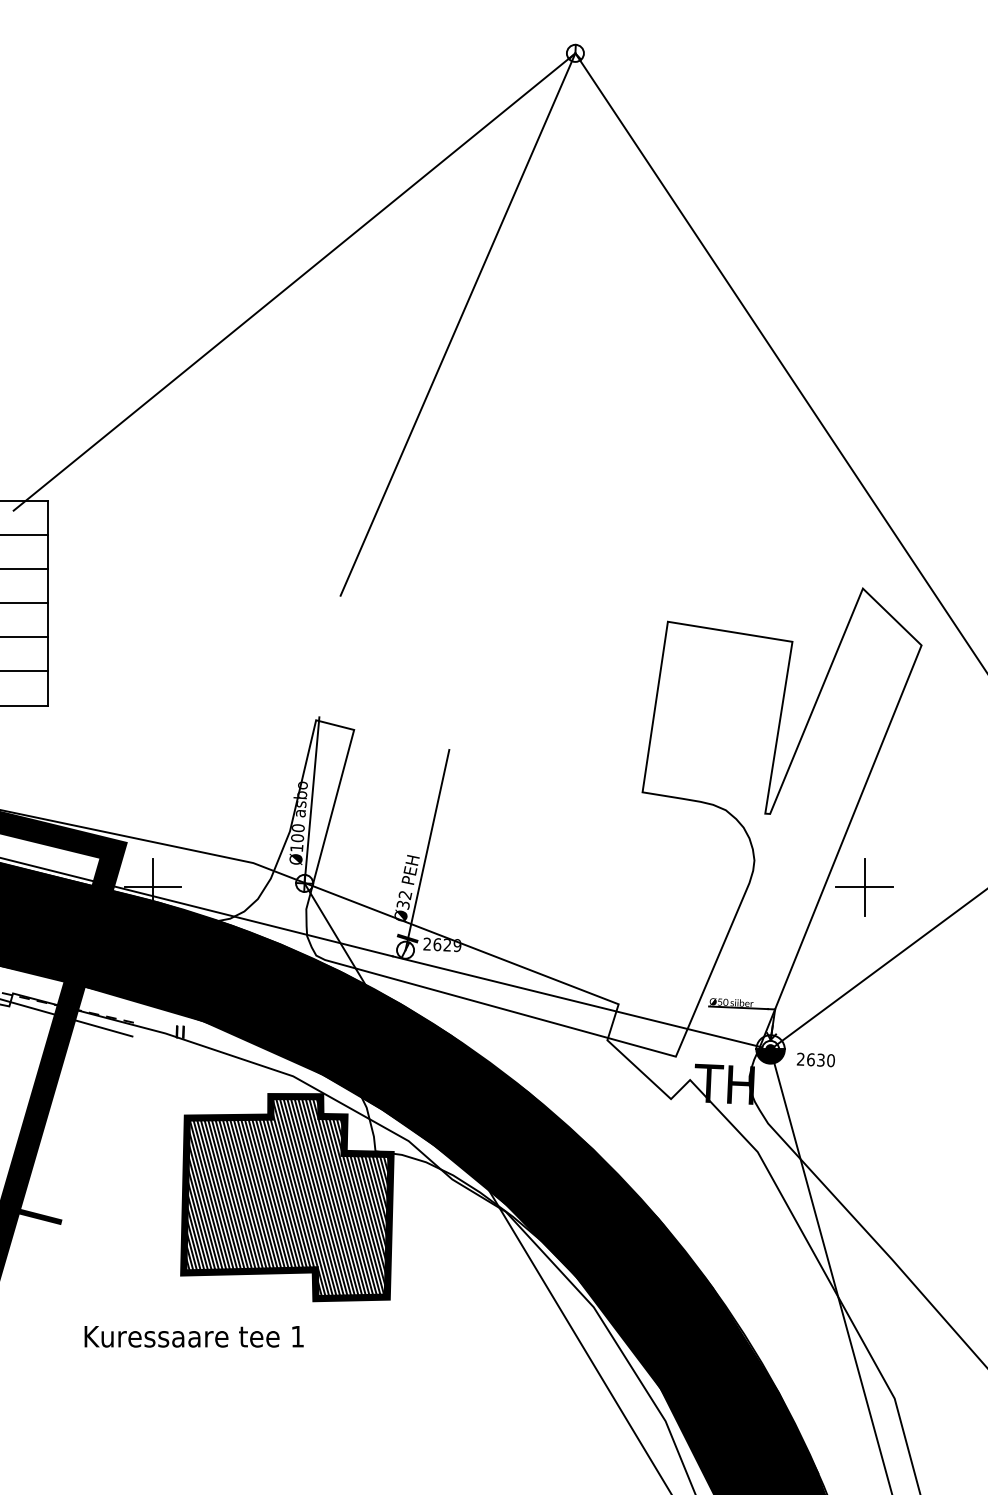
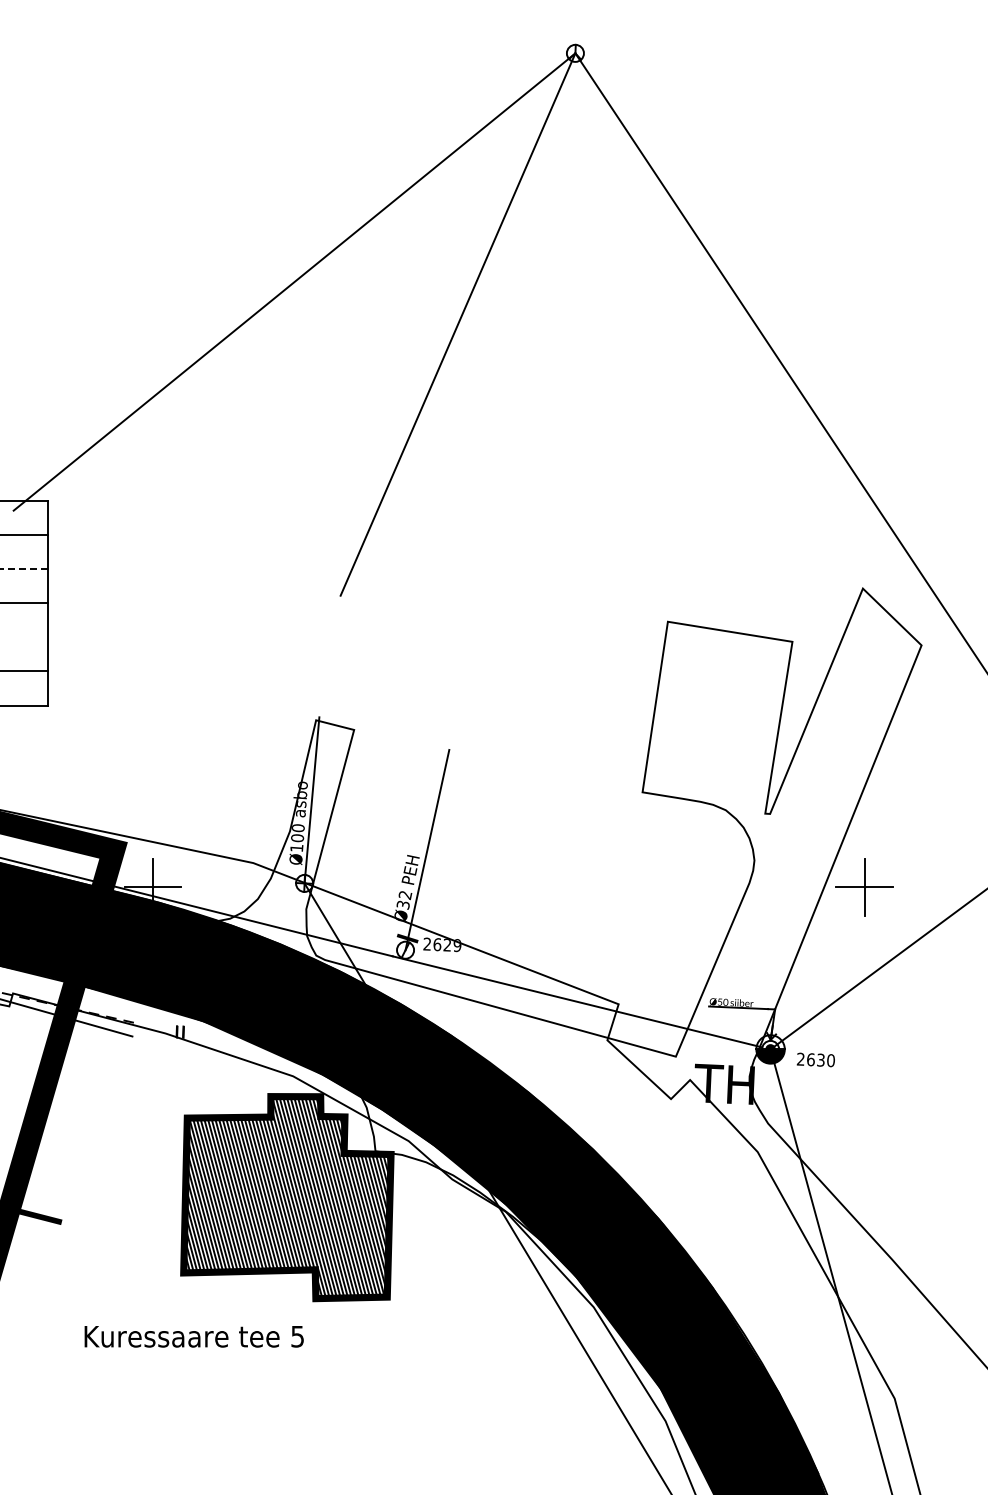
line at (24, 568): solid -> dashed
line at (25, 637): present -> none
text at (297, 1336): 1 -> 5
